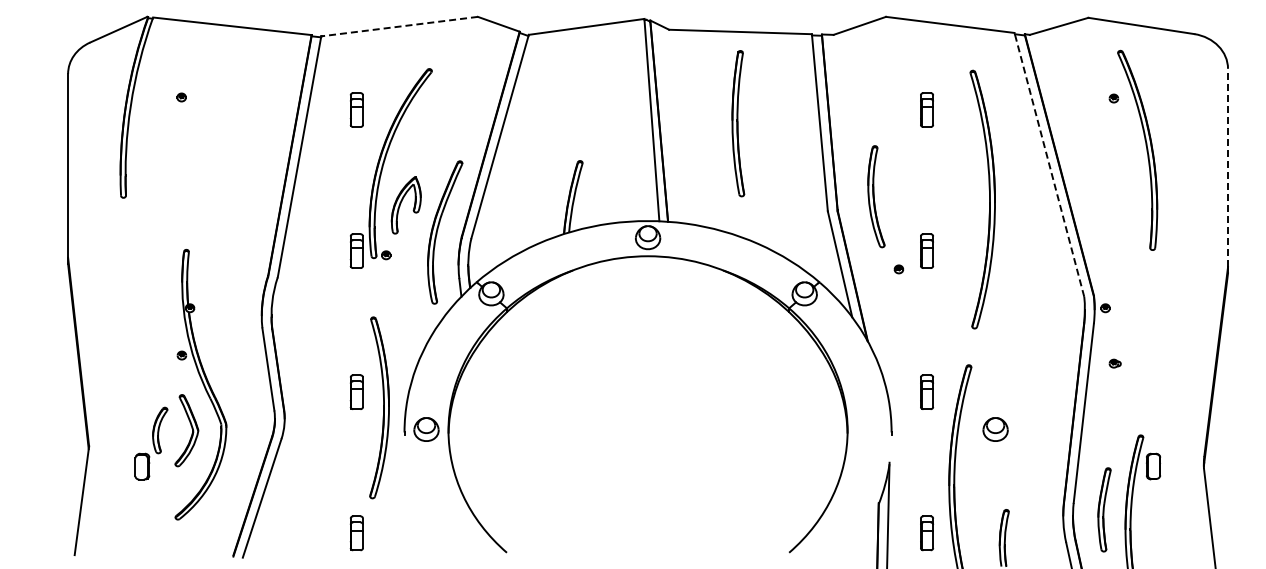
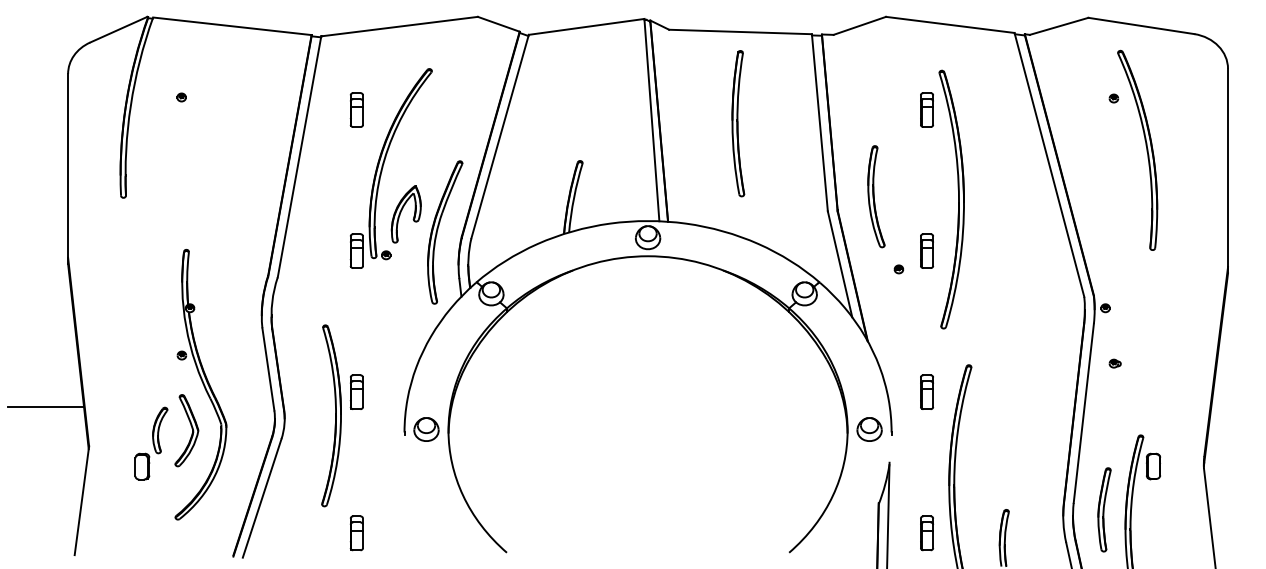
line at (399, 26): dashed -> solid
line at (1049, 164): dashed -> solid
line at (1228, 167): dashed -> solid
part at (989, 199) position: (989, 199) -> (958, 199)
part at (405, 205) position: (405, 205) -> (405, 214)
line at (46, 407): none -> present
part at (379, 407) position: (379, 407) -> (331, 415)
part at (995, 429) position: (995, 429) -> (869, 429)
